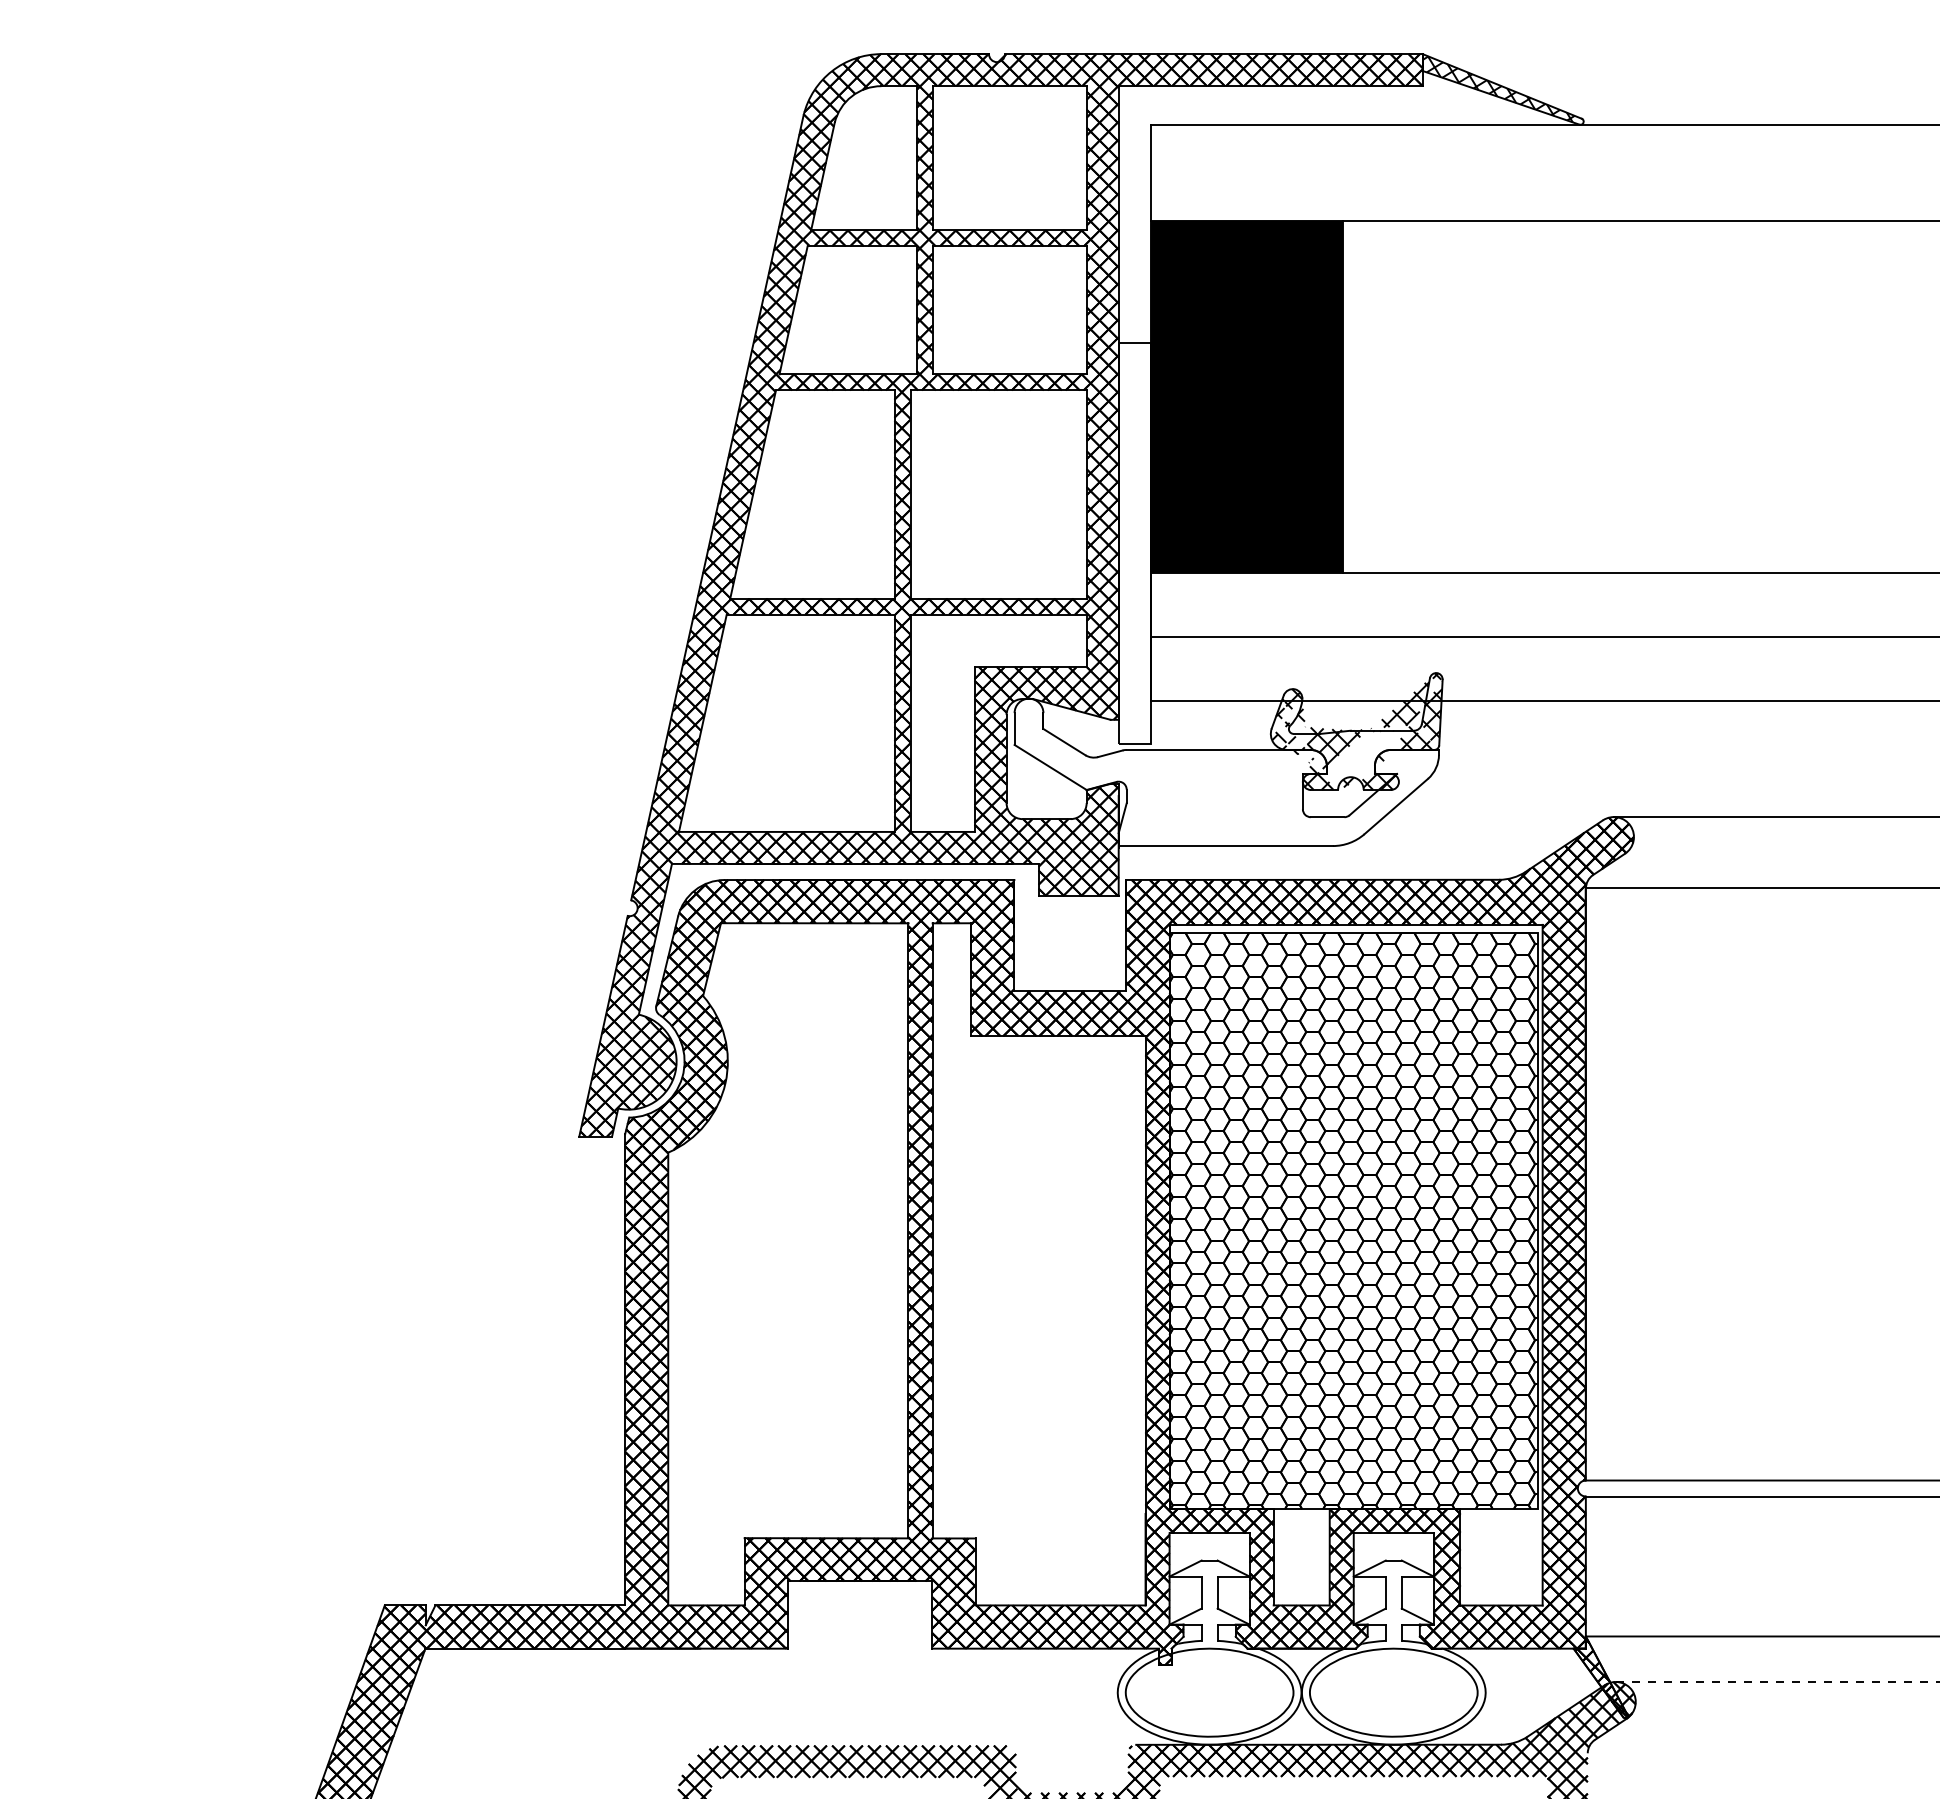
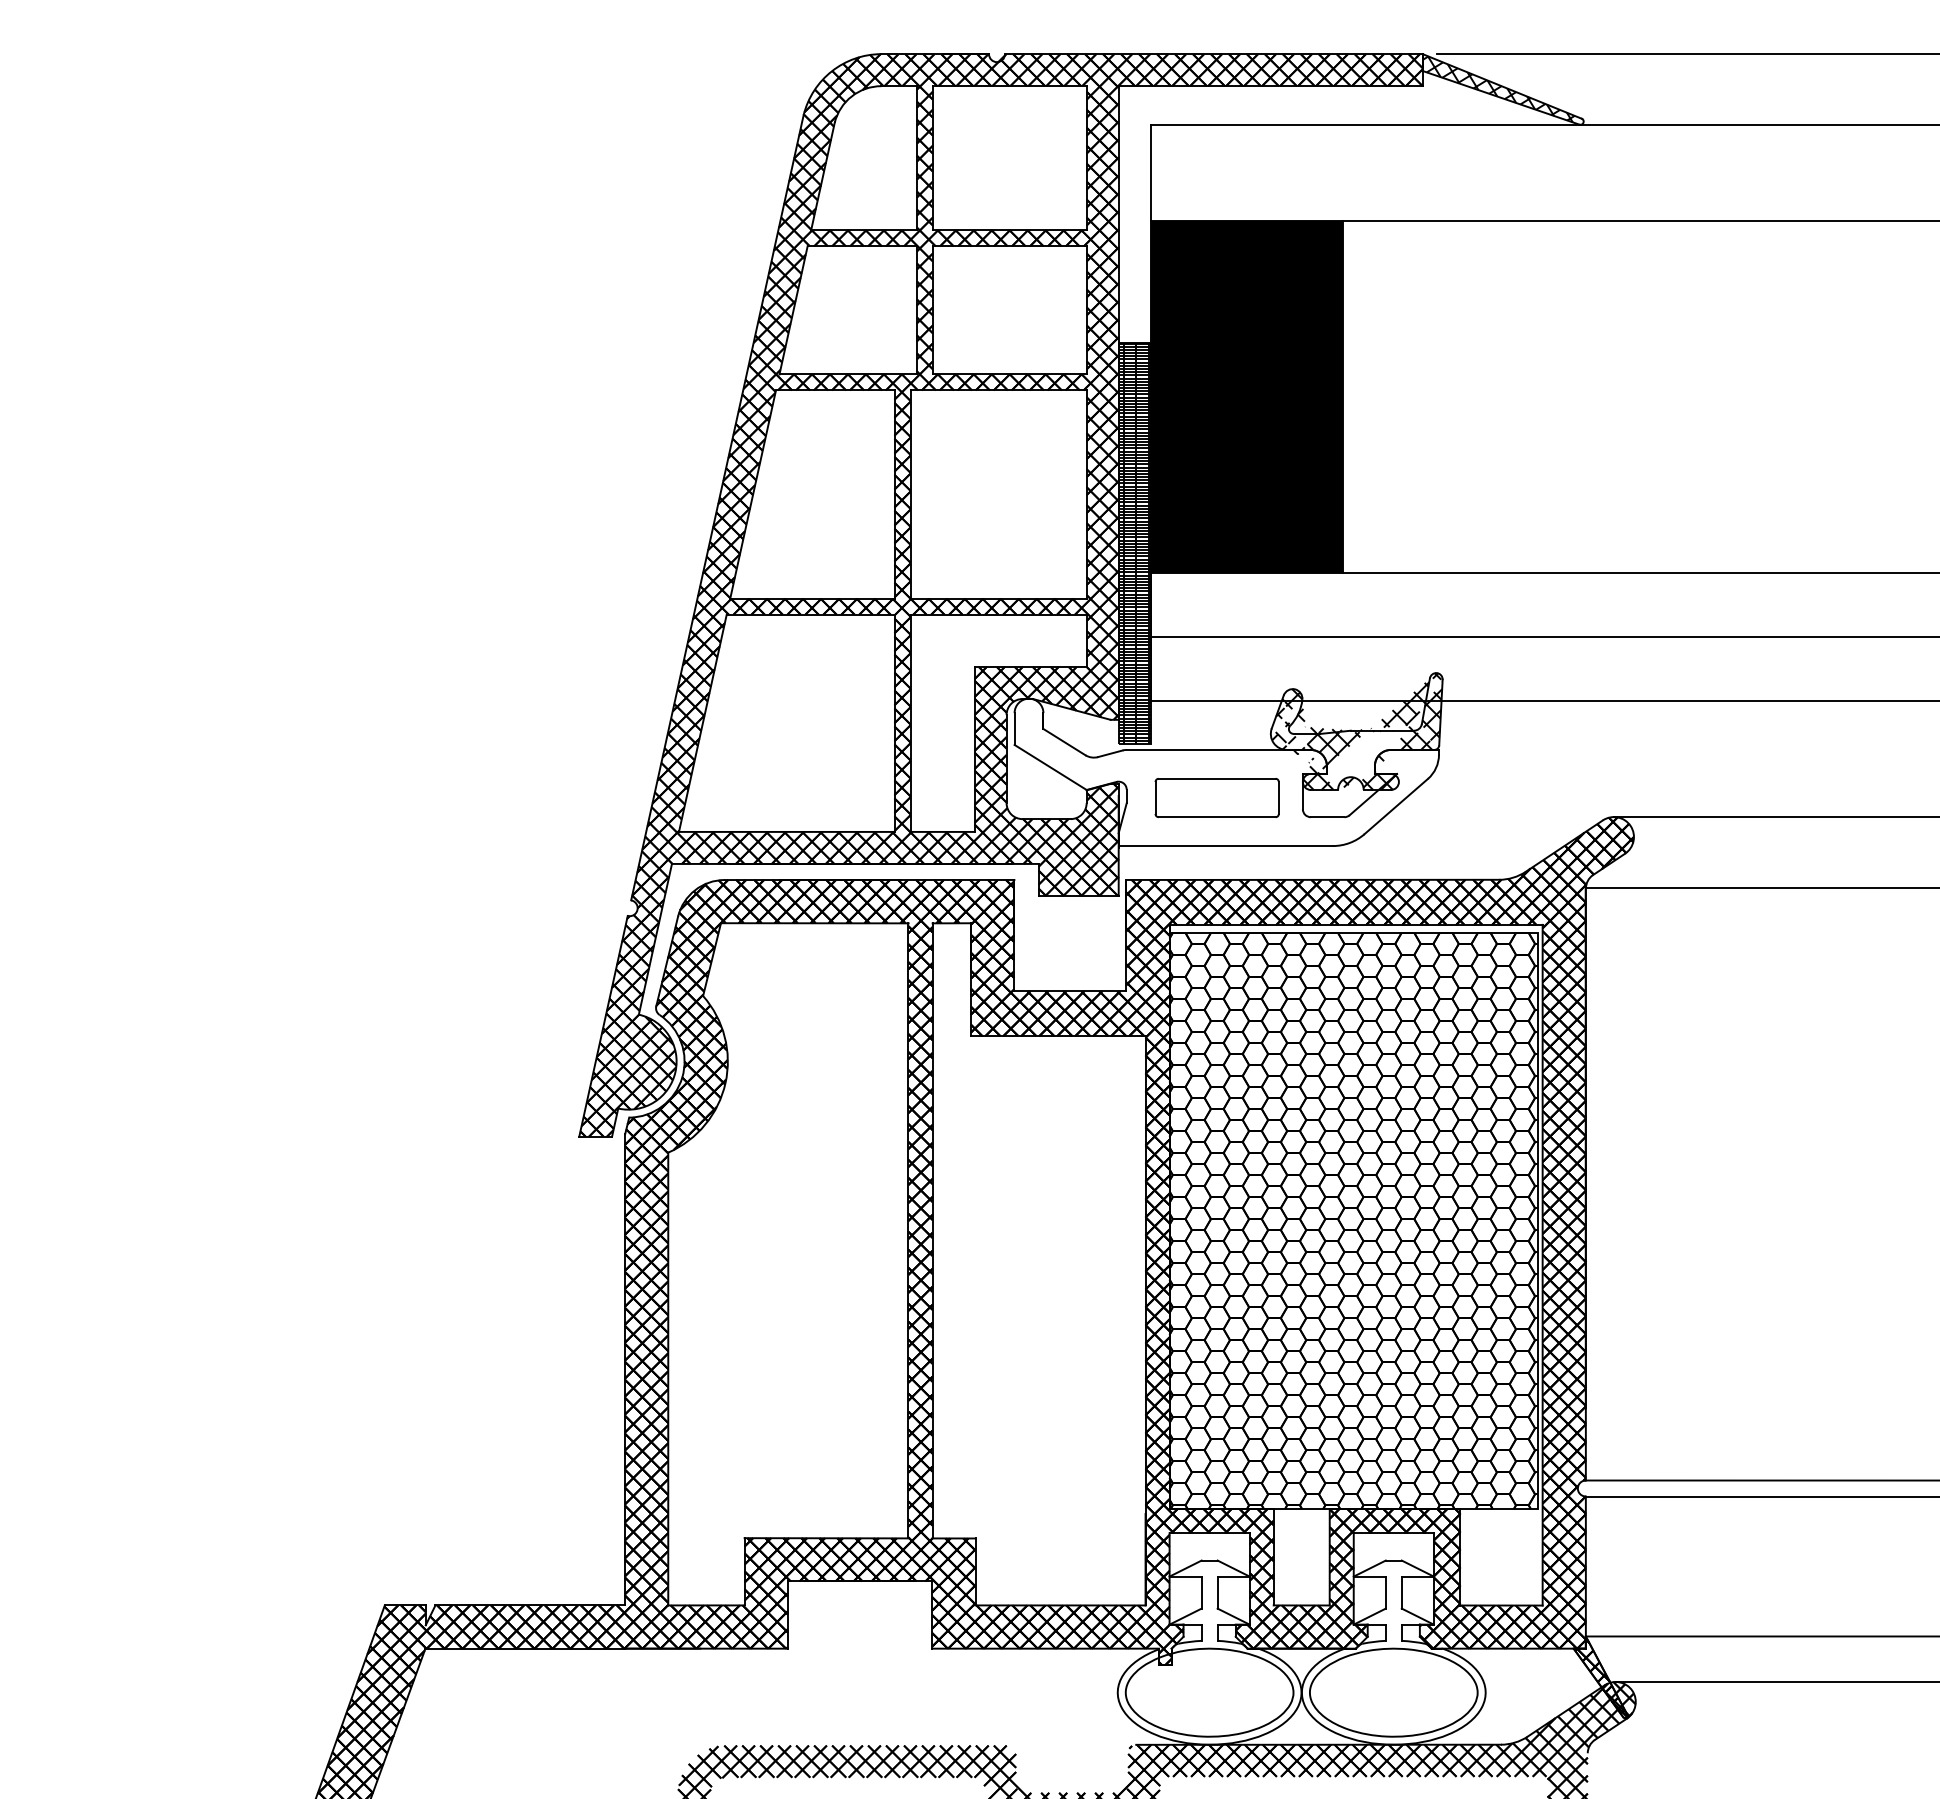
line at (1686, 54): none -> present
hatch at (1134, 543): none -> present
part at (1216, 797): none -> present
line at (1777, 1681): dashed -> solid
